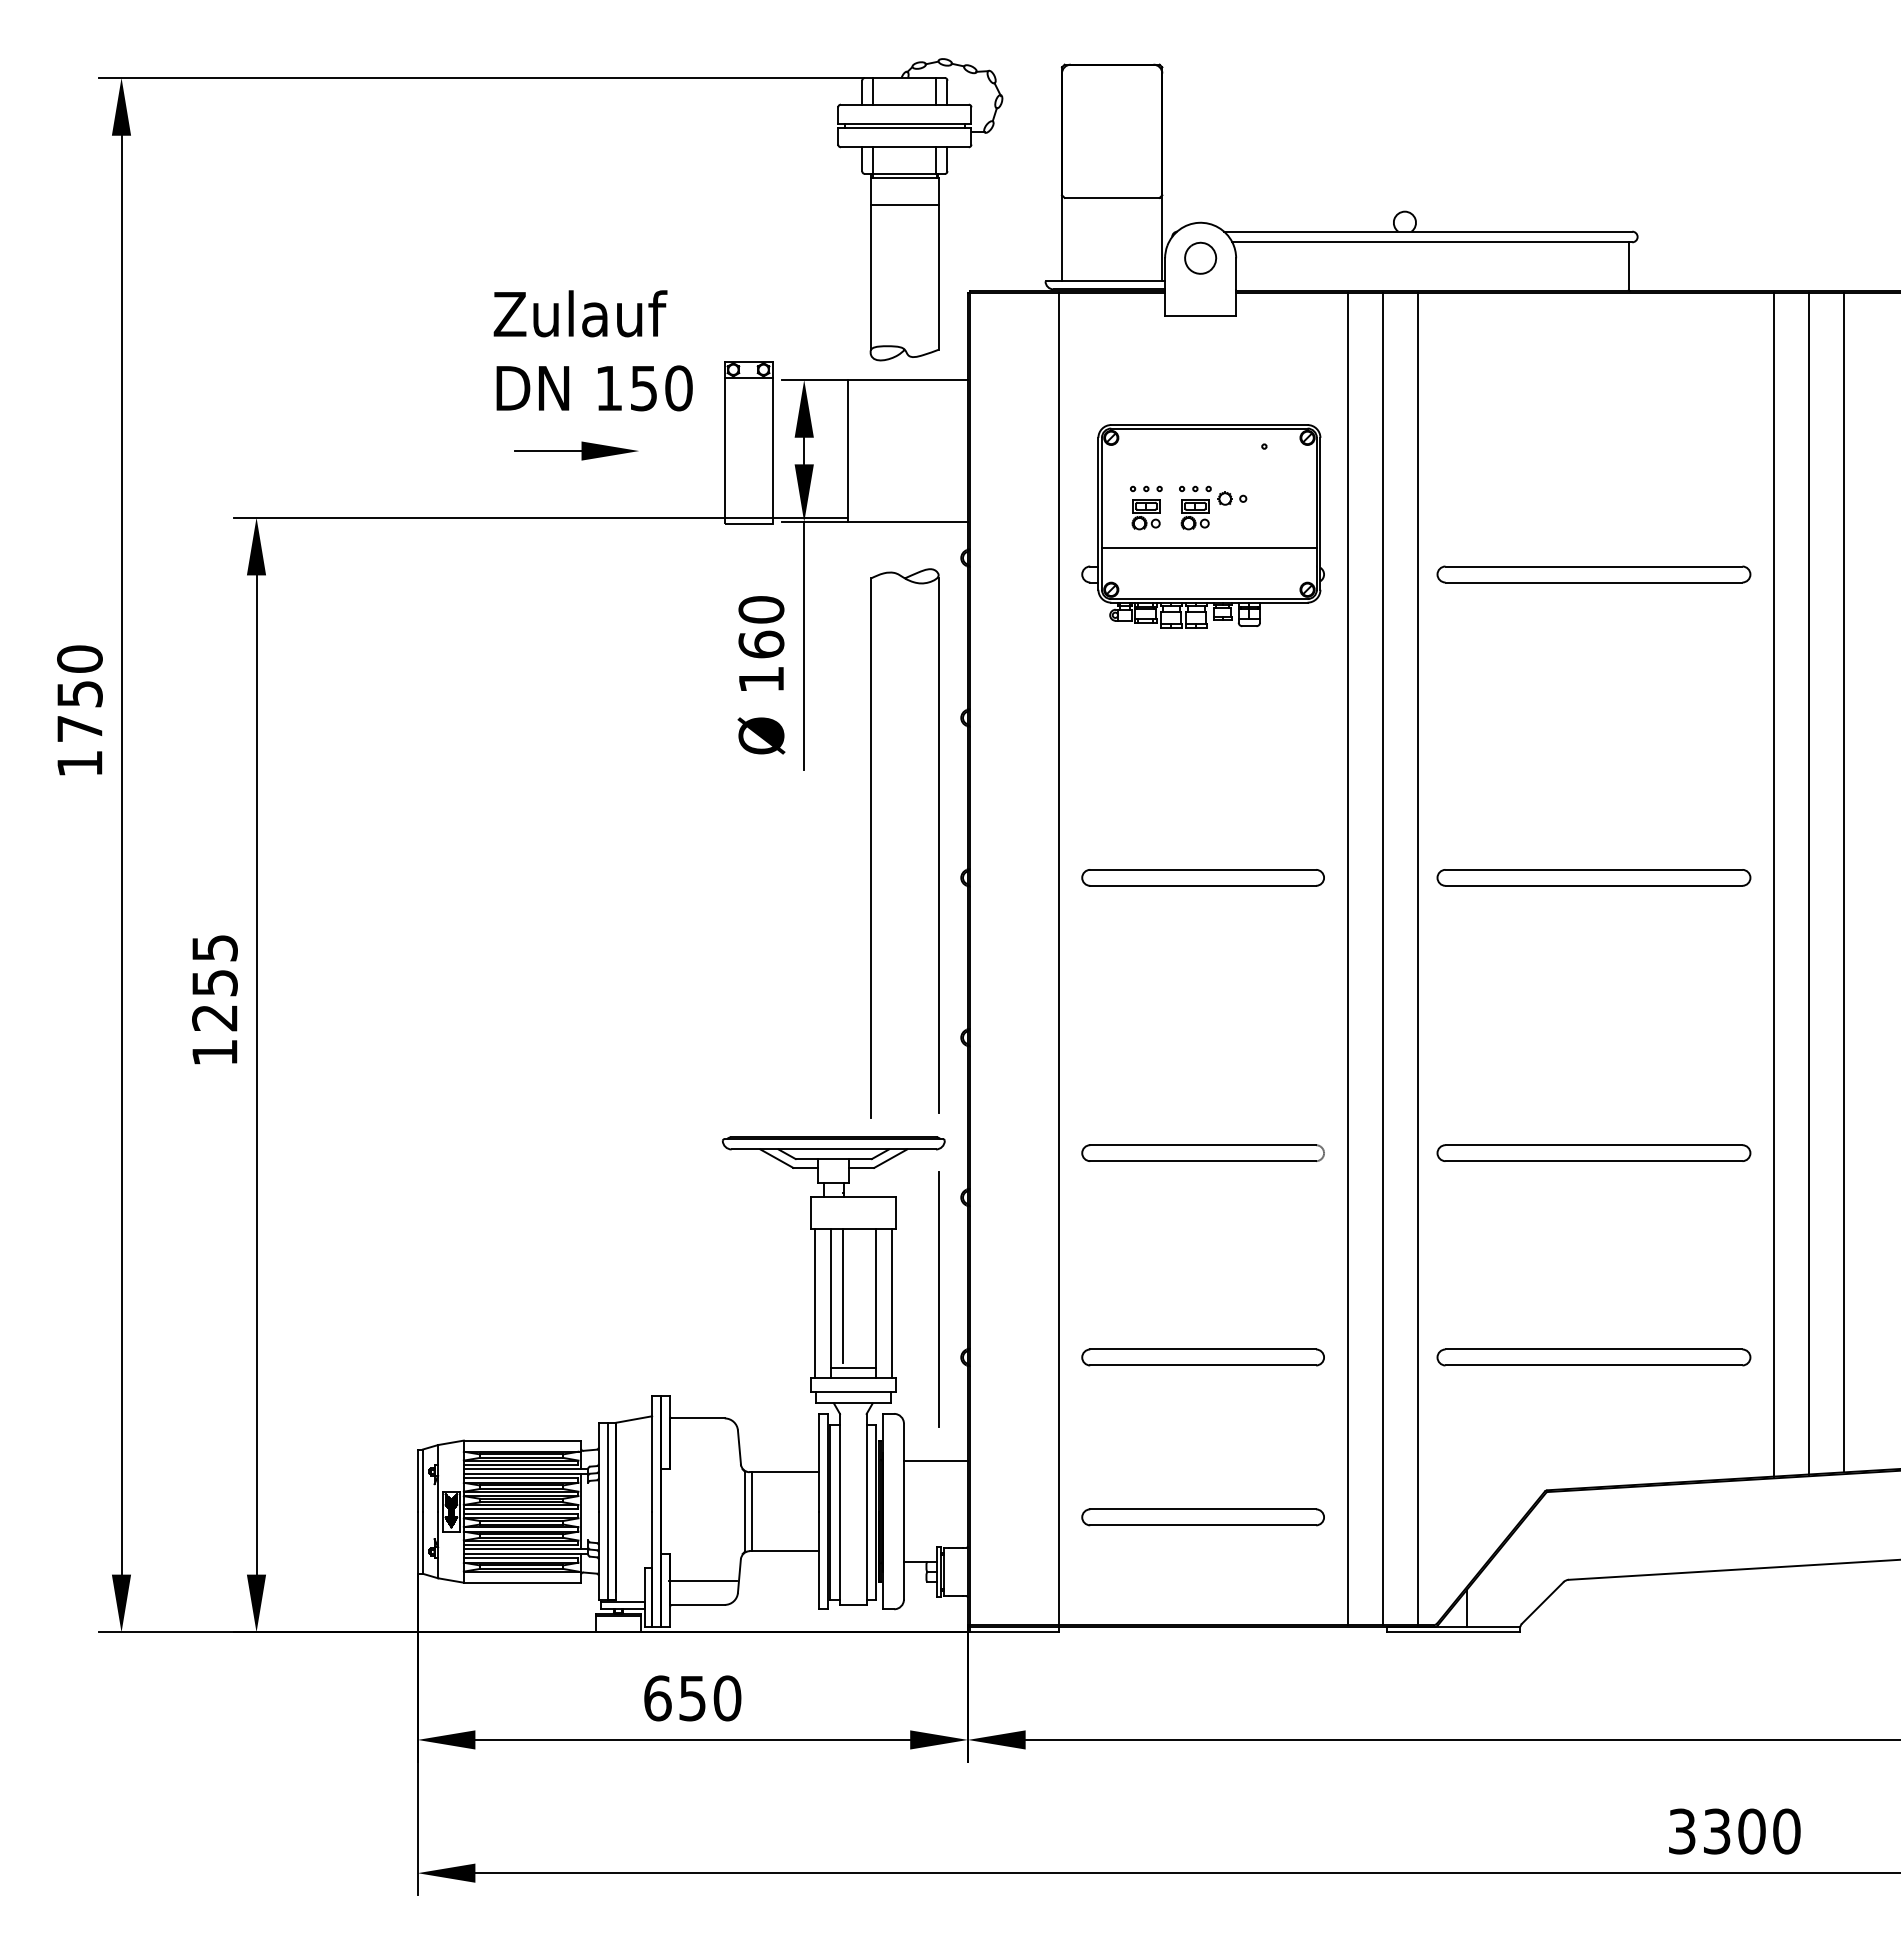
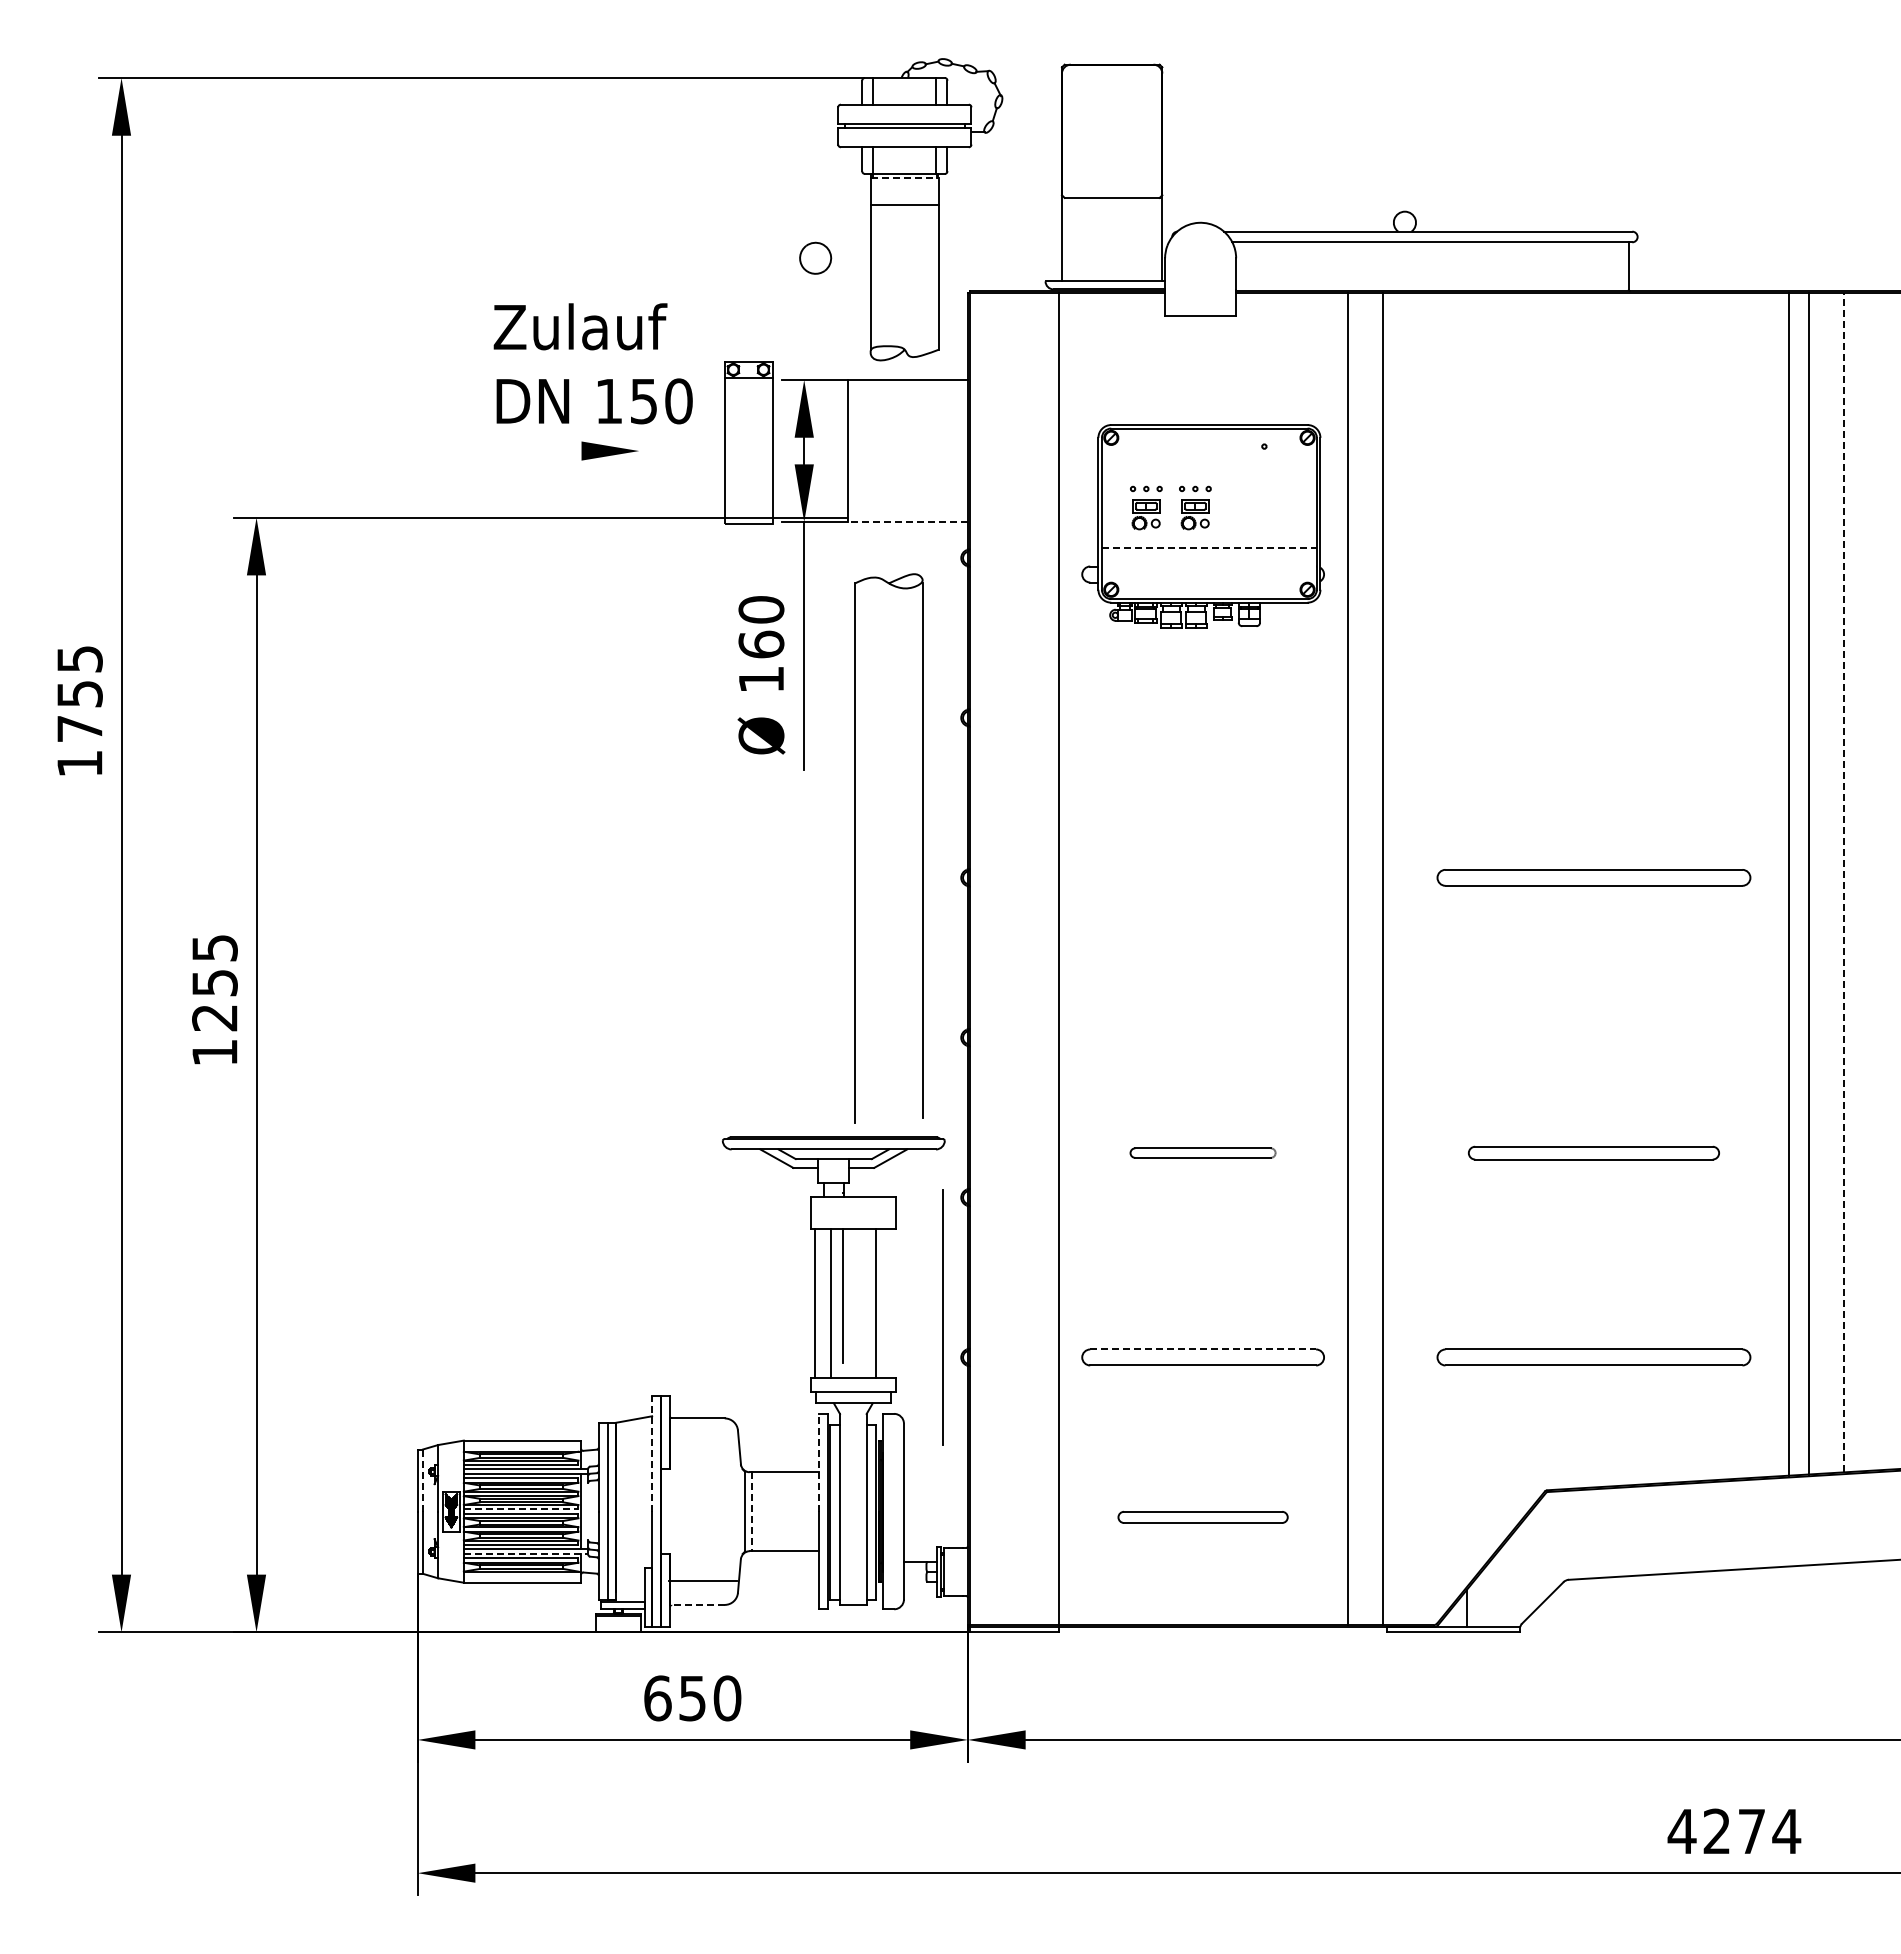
line at (904, 178): solid -> dashed
part at (1200, 257) position: (1200, 257) -> (815, 257)
text at (592, 350) position: (592, 350) -> (592, 363)
line at (547, 451): present -> none
part at (1232, 498): present -> none
line at (907, 522): solid -> dashed
line at (1209, 548): solid -> dashed
part at (1593, 574): present -> none
text at (79, 658): 1750 -> 1755
part at (871, 843) position: (871, 843) -> (855, 848)
part at (1202, 877): present -> none
line at (1843, 882): solid -> dashed
line at (1774, 884) position: (1774, 884) -> (1789, 884)
line at (1417, 958): present -> none
part at (1202, 1152) size: 244x18 px -> 148x12 px
part at (1593, 1152) size: 316x18 px -> 252x16 px
line at (938, 1299) position: (938, 1299) -> (942, 1317)
line at (891, 1303): present -> none
line at (1203, 1349): solid -> dashed
line at (853, 1368): present -> none
line at (652, 1453): solid -> dashed
line at (935, 1460): present -> none
line at (818, 1462): solid -> dashed
line at (423, 1481): solid -> dashed
line at (521, 1509): solid -> dashed
line at (752, 1512): solid -> dashed
part at (1202, 1517) size: 244x19 px -> 172x14 px
line at (526, 1553): solid -> dashed
line at (696, 1604): solid -> dashed
text at (1734, 1831): 3300 -> 4274
